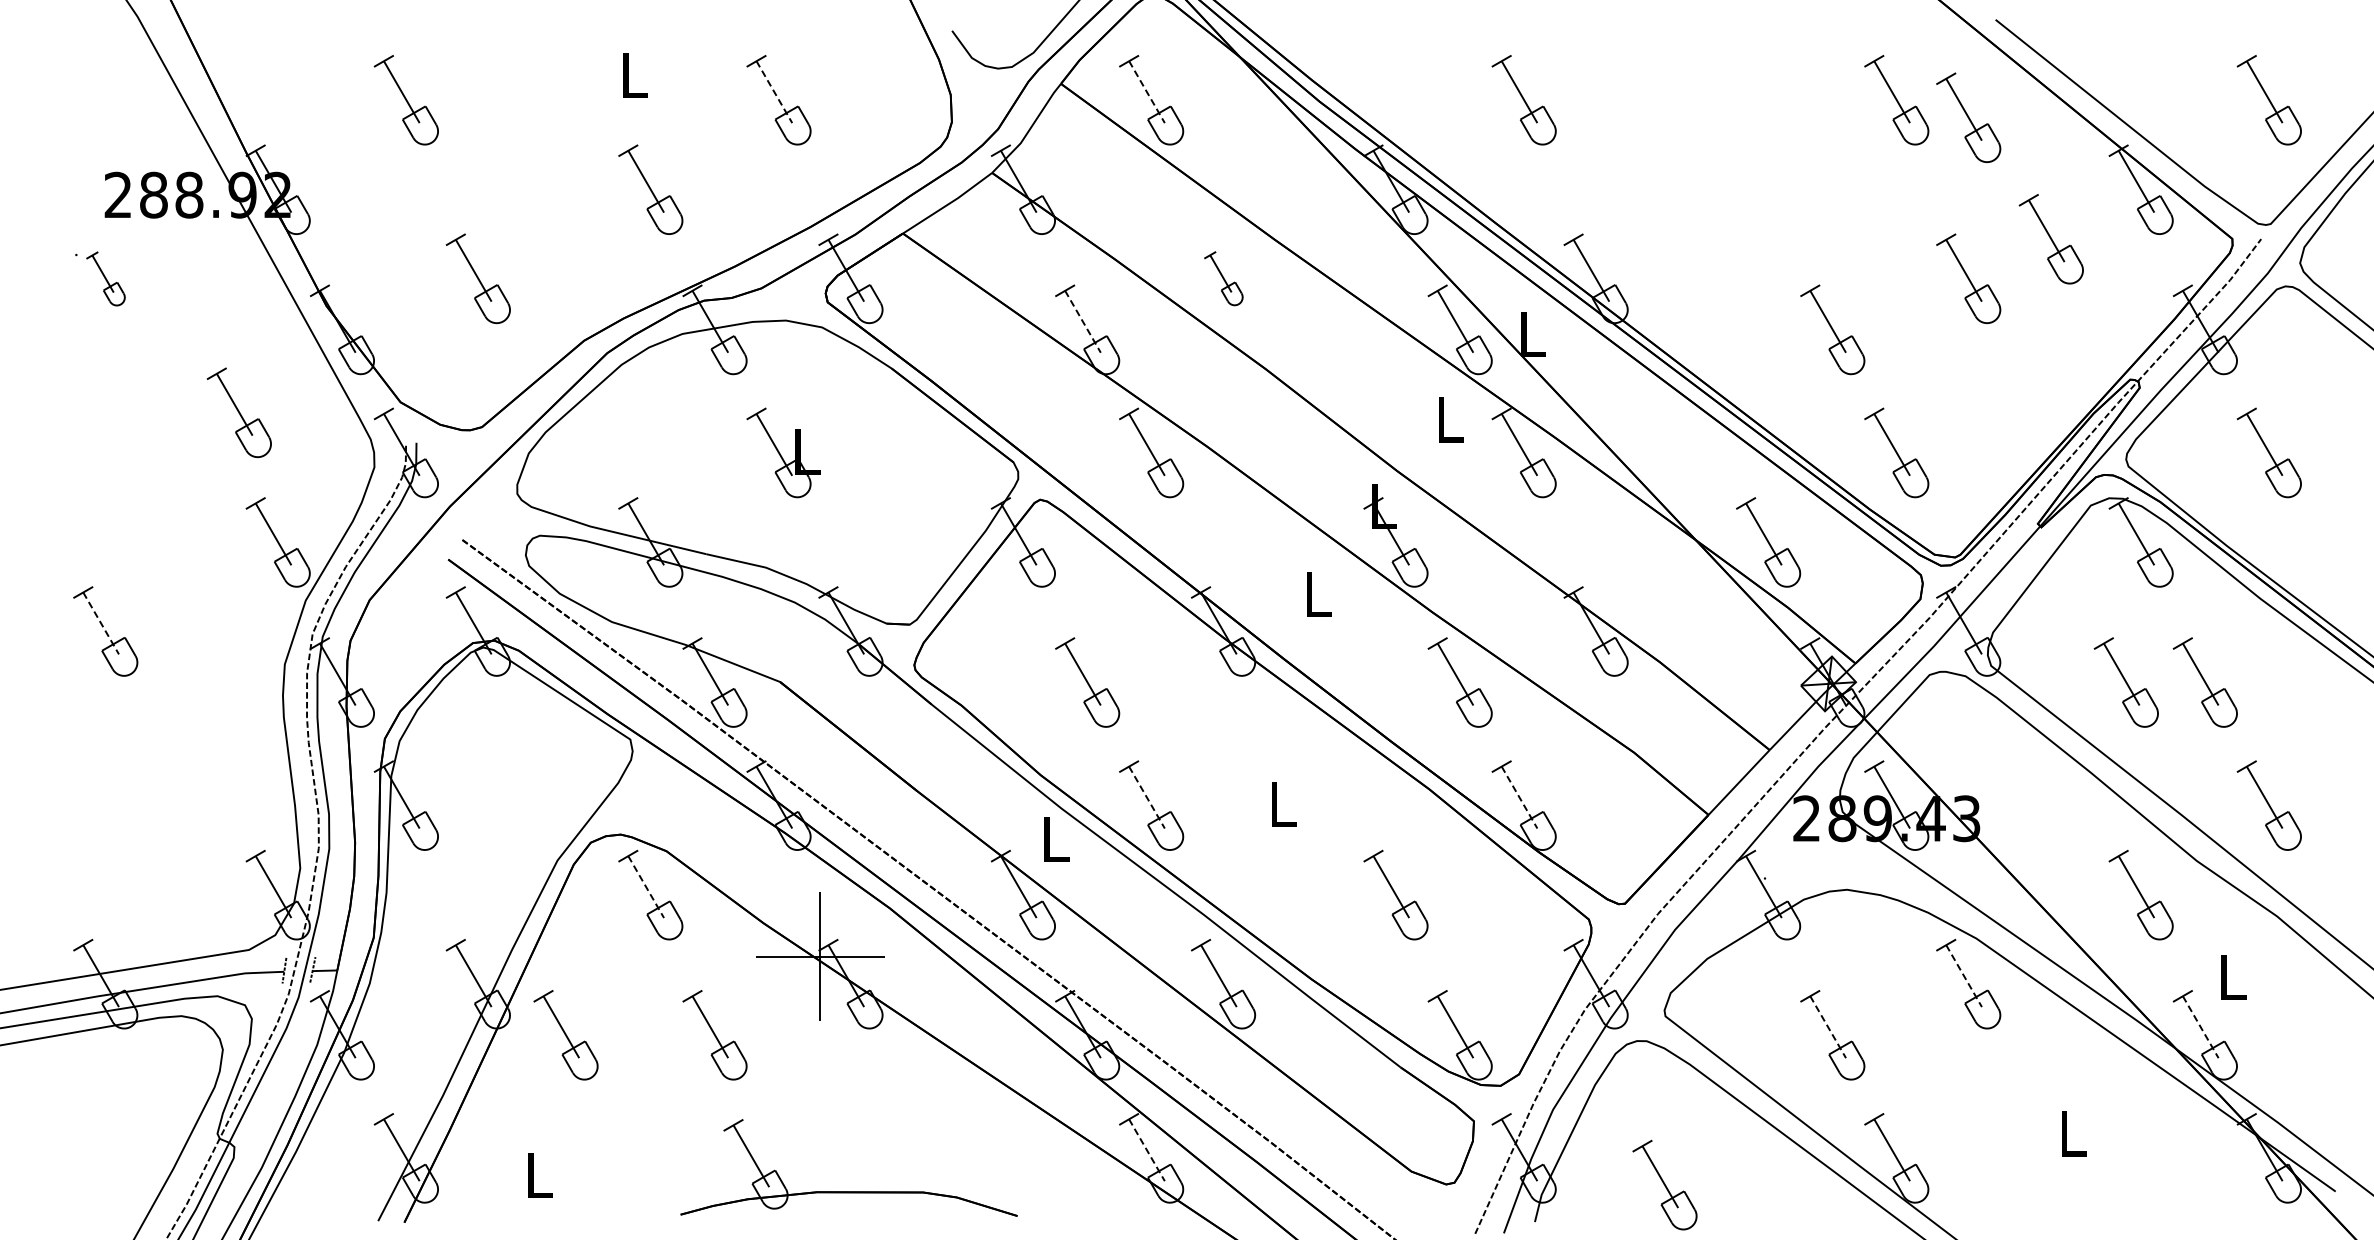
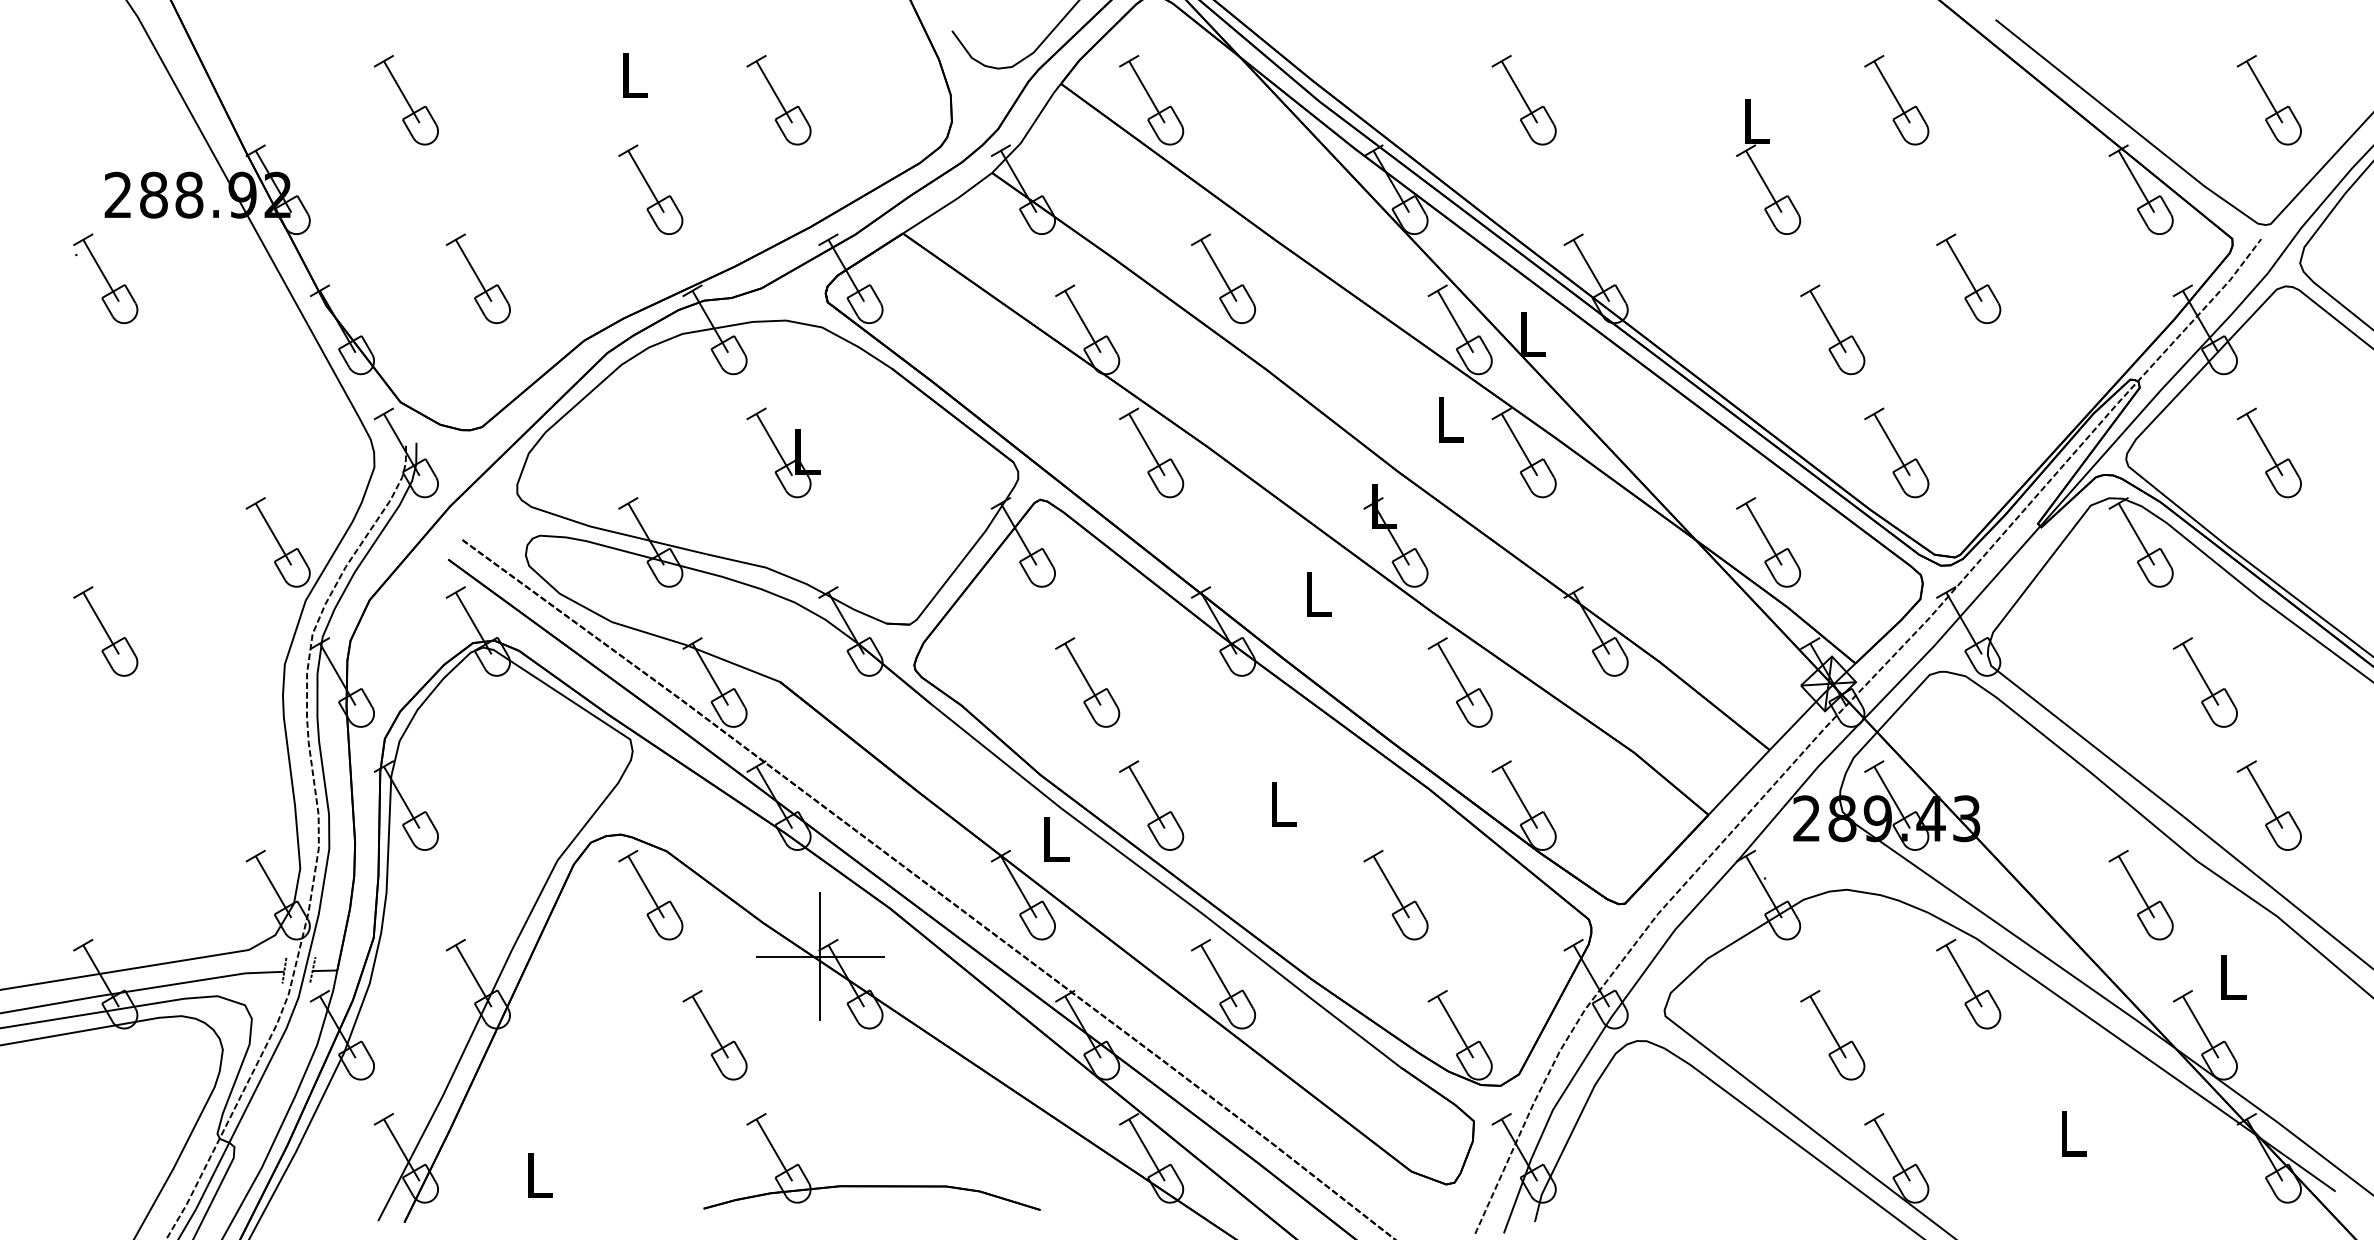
line at (774, 92): dashed -> solid
line at (1147, 92): dashed -> solid
part at (1968, 117): present -> none
part at (1759, 171): none -> present
part at (2050, 239): present -> none
part at (105, 278) size: 40x56 px -> 66x92 px
part at (1223, 278) size: 40x56 px -> 66x91 px
line at (1082, 321): dashed -> solid
part at (238, 412): present -> none
line at (101, 623): dashed -> solid
part at (2125, 682): present -> none
line at (1146, 797): dashed -> solid
line at (1519, 797): dashed -> solid
line at (646, 887): dashed -> solid
line at (1964, 976): dashed -> solid
line at (1828, 1027): dashed -> solid
line at (2200, 1027): dashed -> solid
part at (565, 1035): present -> none
line at (1146, 1150): dashed -> solid
part at (1664, 1184): present -> none
part at (848, 1191) position: (848, 1191) -> (871, 1185)
